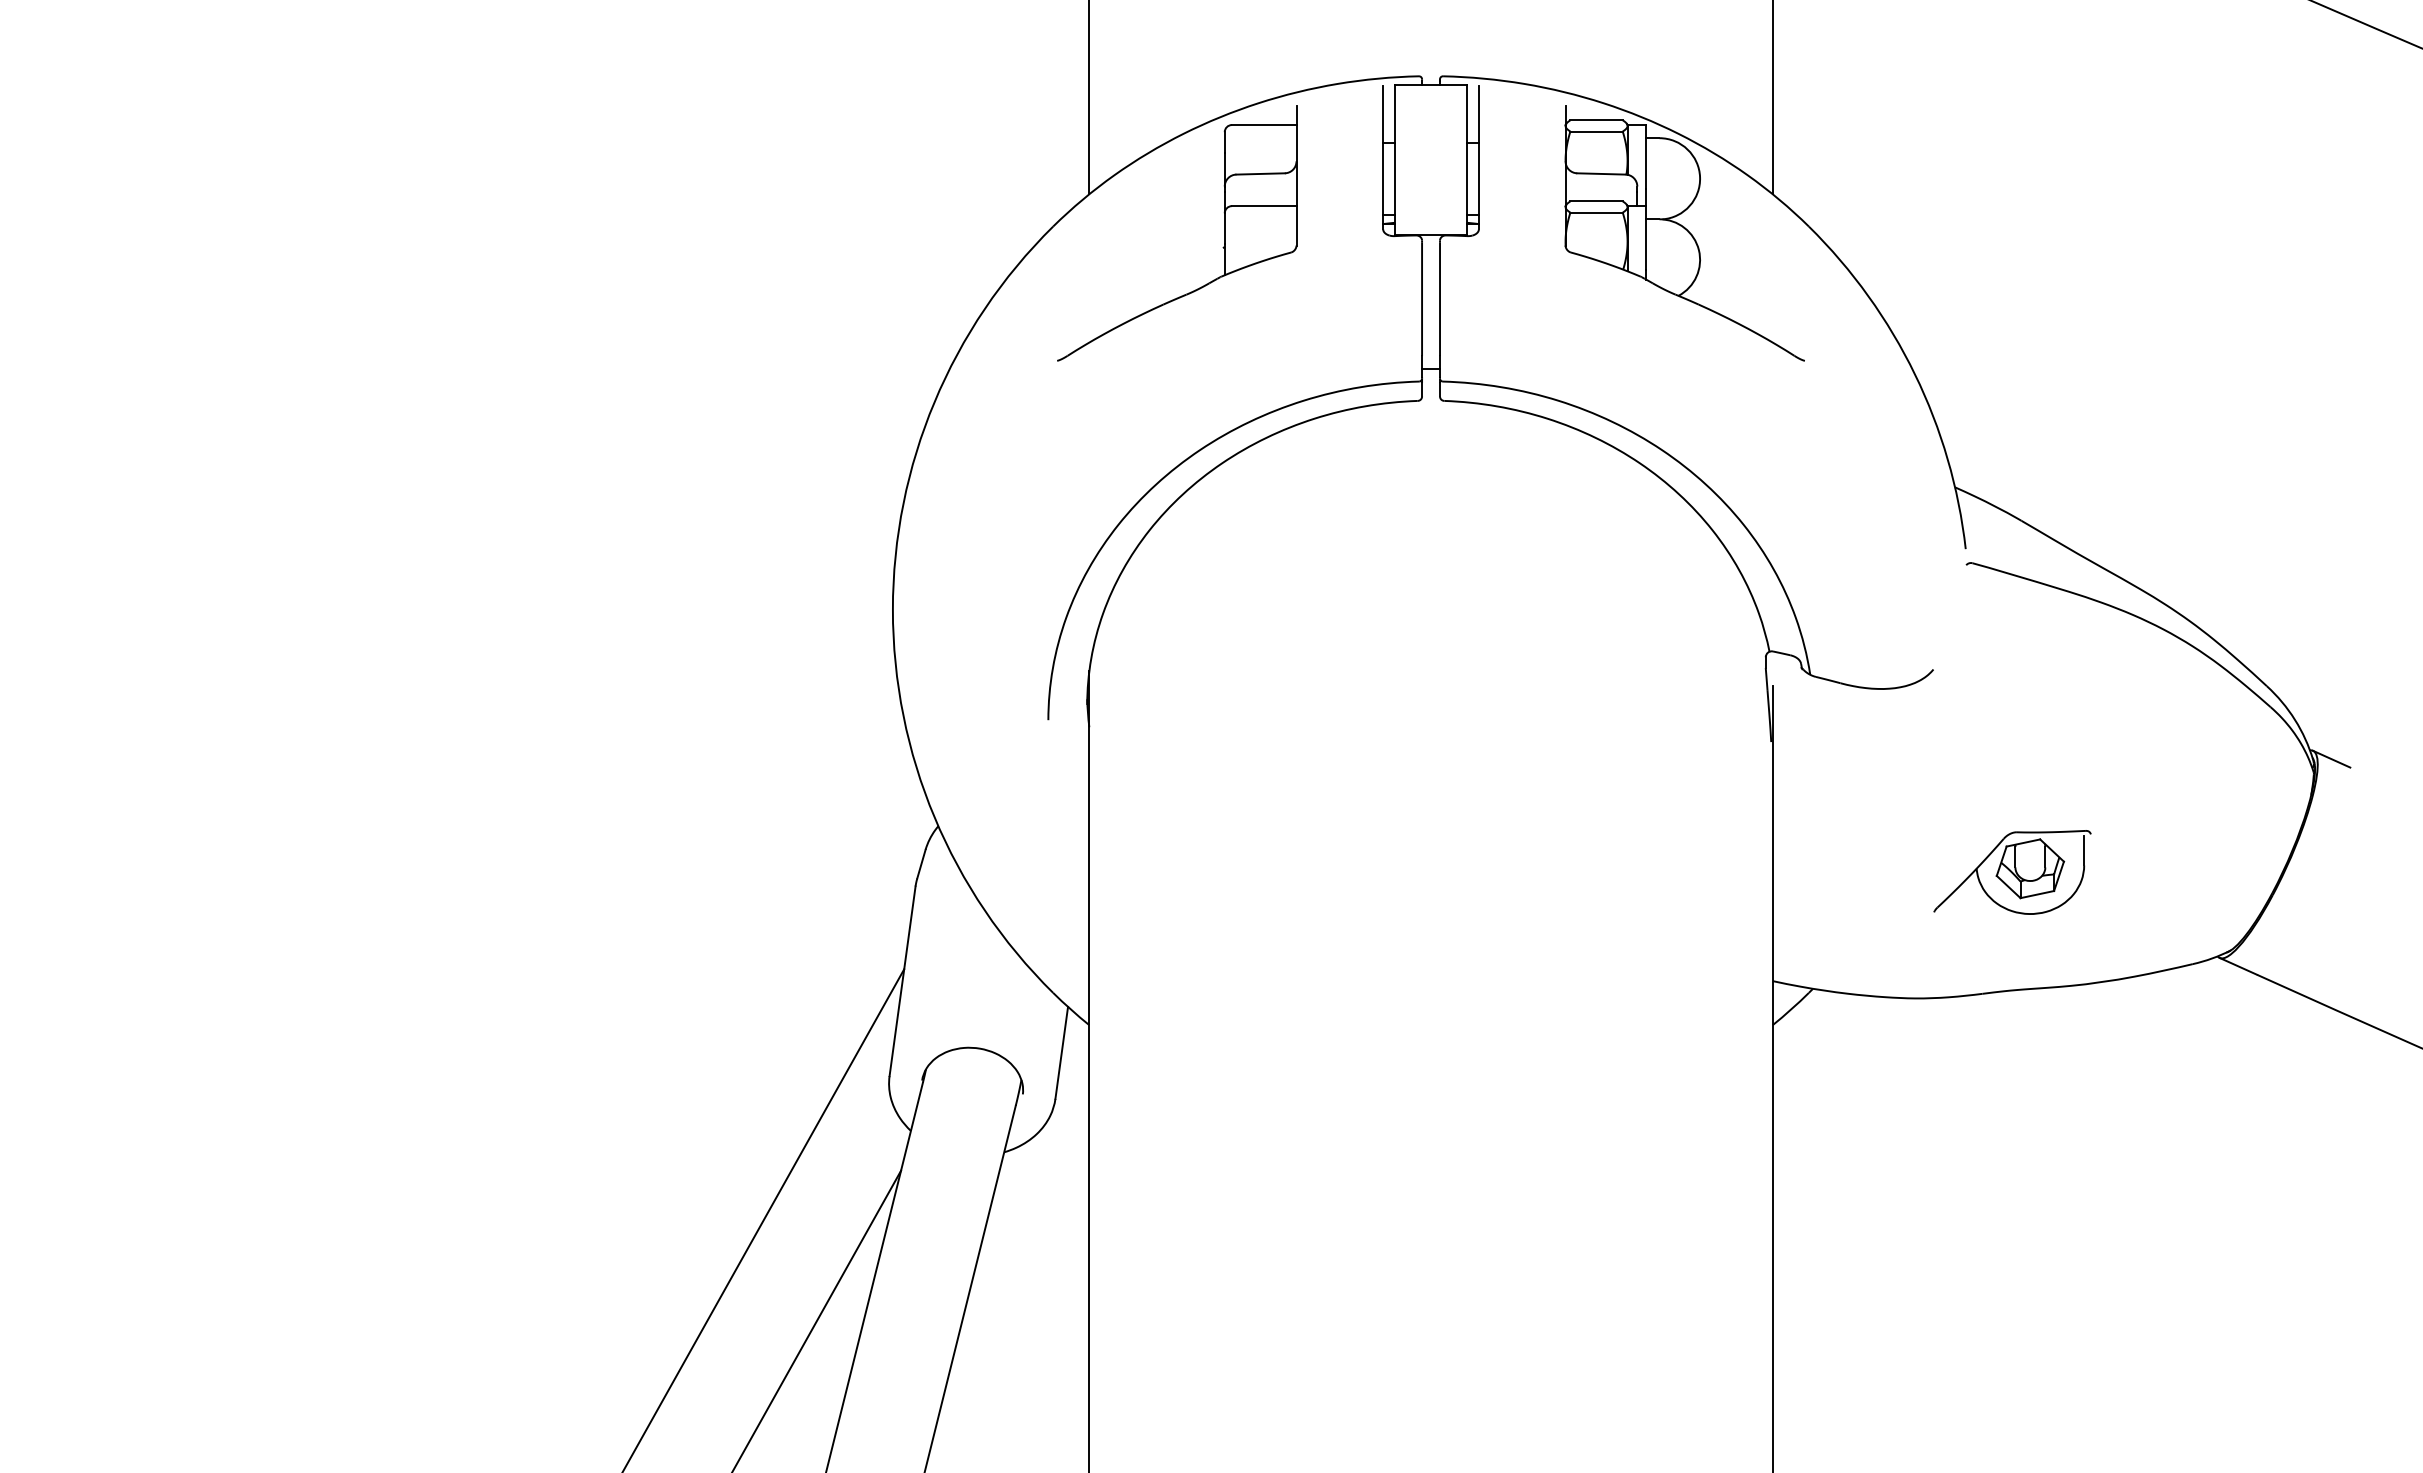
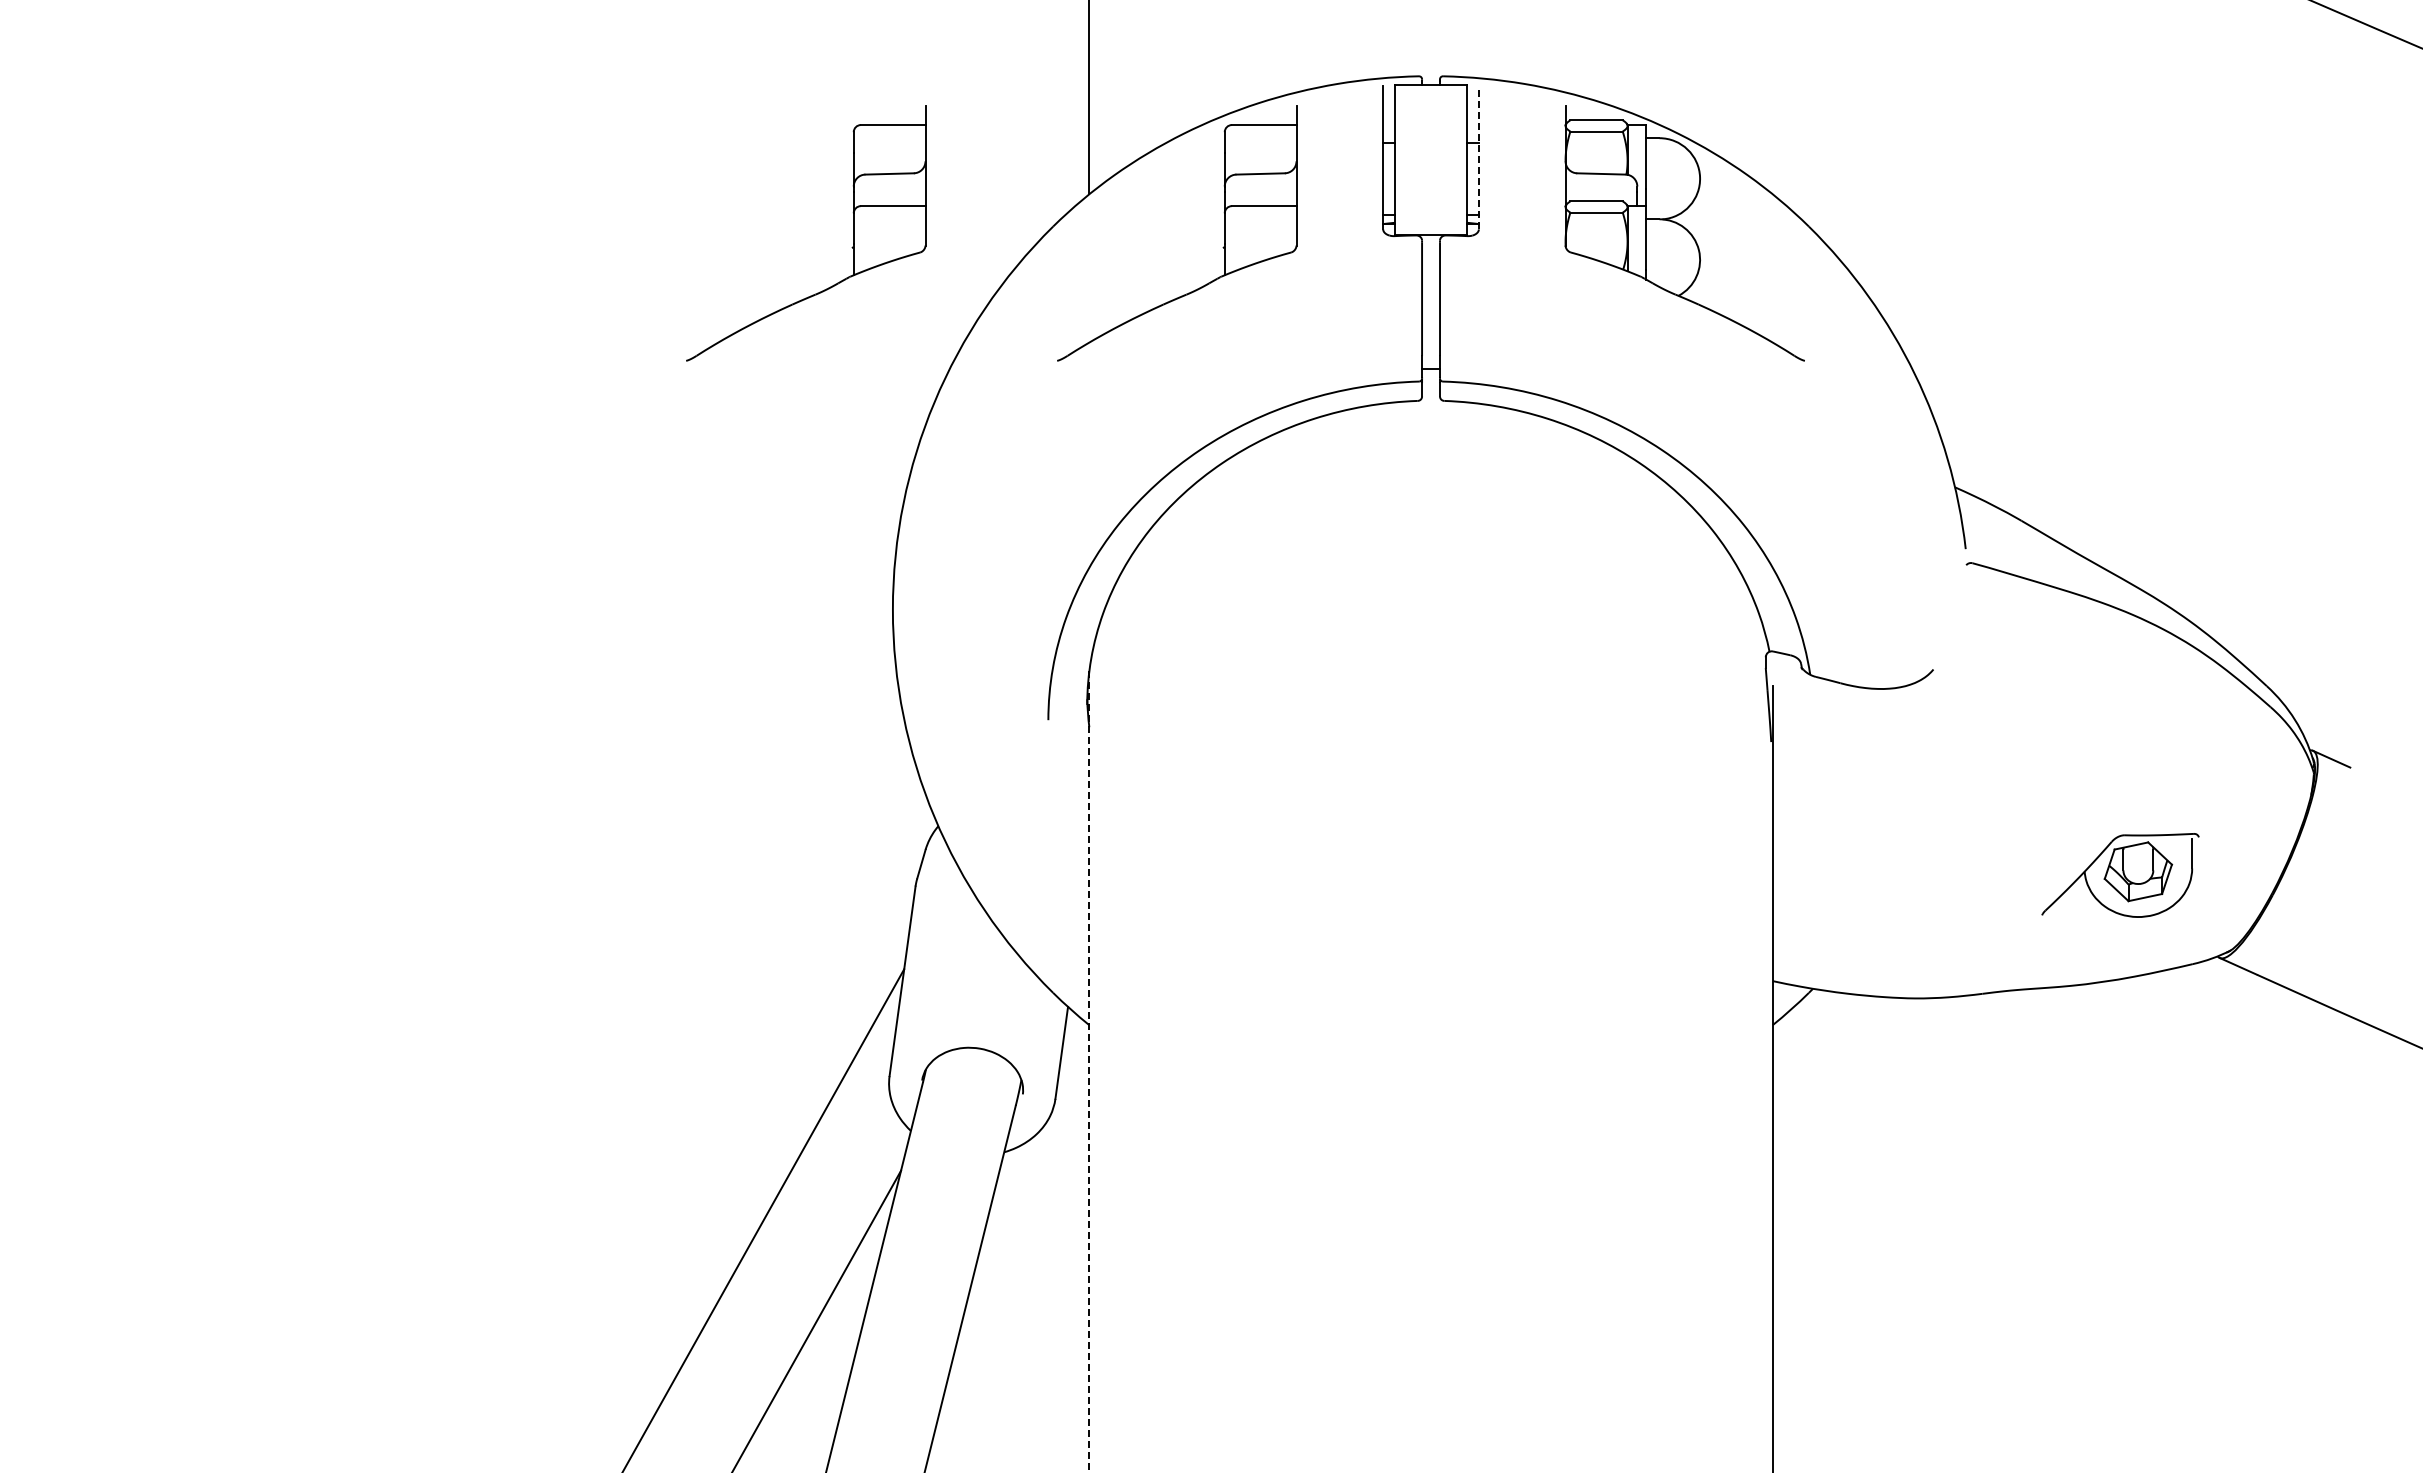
line at (1772, 98): present -> none
line at (1478, 157): solid -> dashed
part at (853, 233): none -> present
part at (2012, 872) position: (2012, 872) -> (2120, 875)
line at (1089, 1072): solid -> dashed
